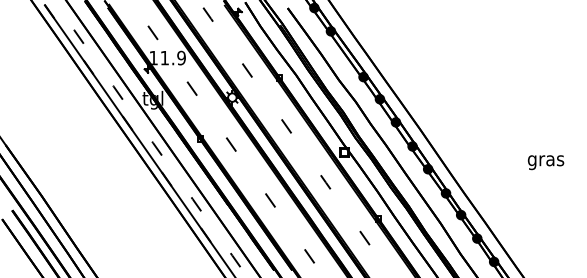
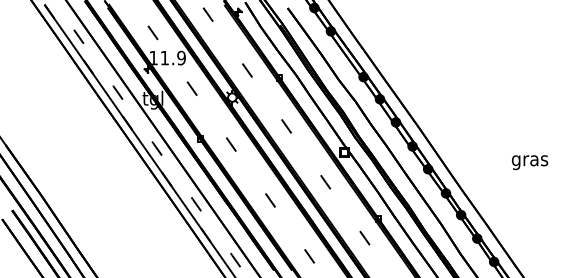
text at (545, 162) position: (545, 162) -> (529, 162)
